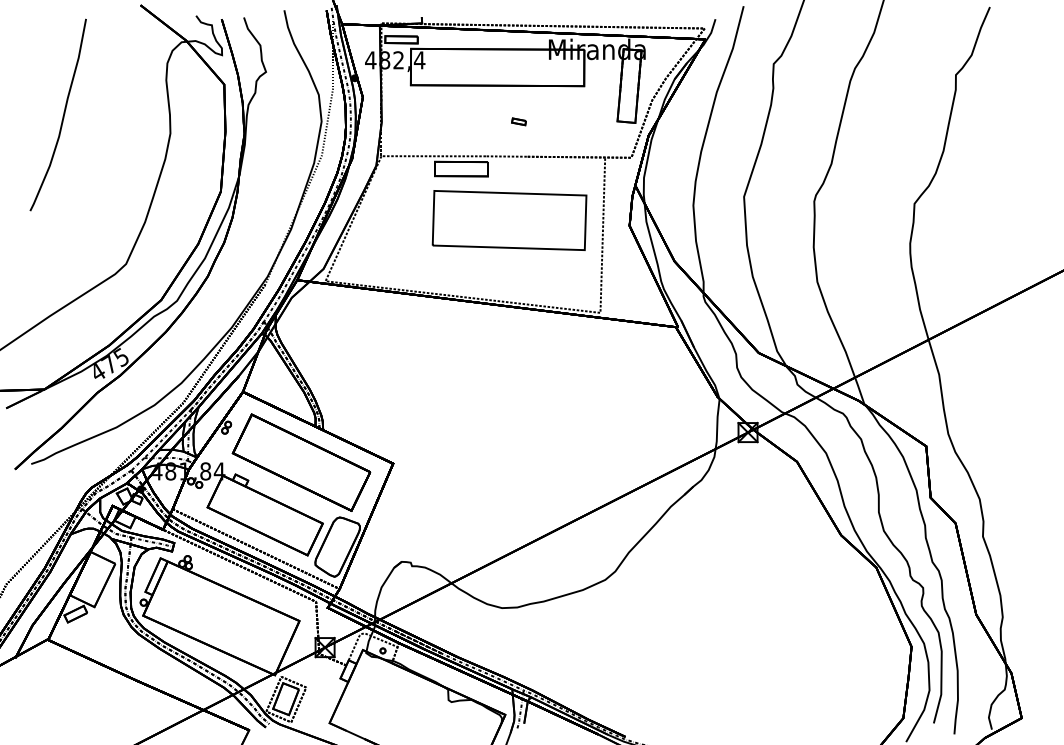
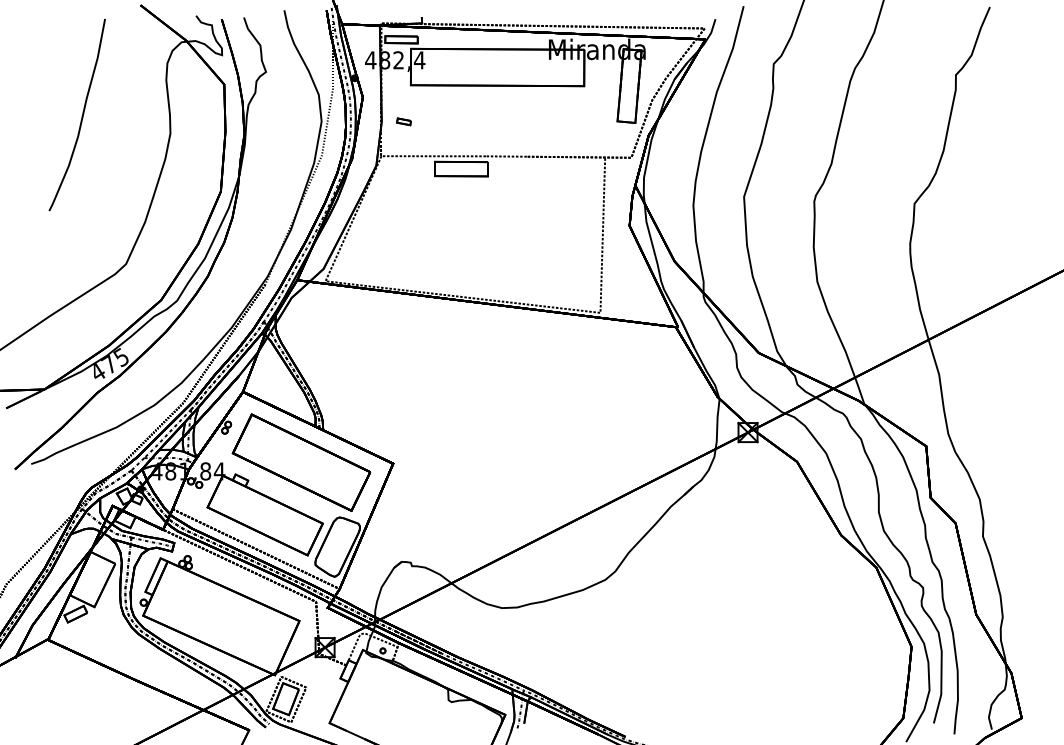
curve at (62, 116) position: (62, 116) -> (81, 116)
part at (518, 121) position: (518, 121) -> (403, 121)
part at (509, 220): present -> none
